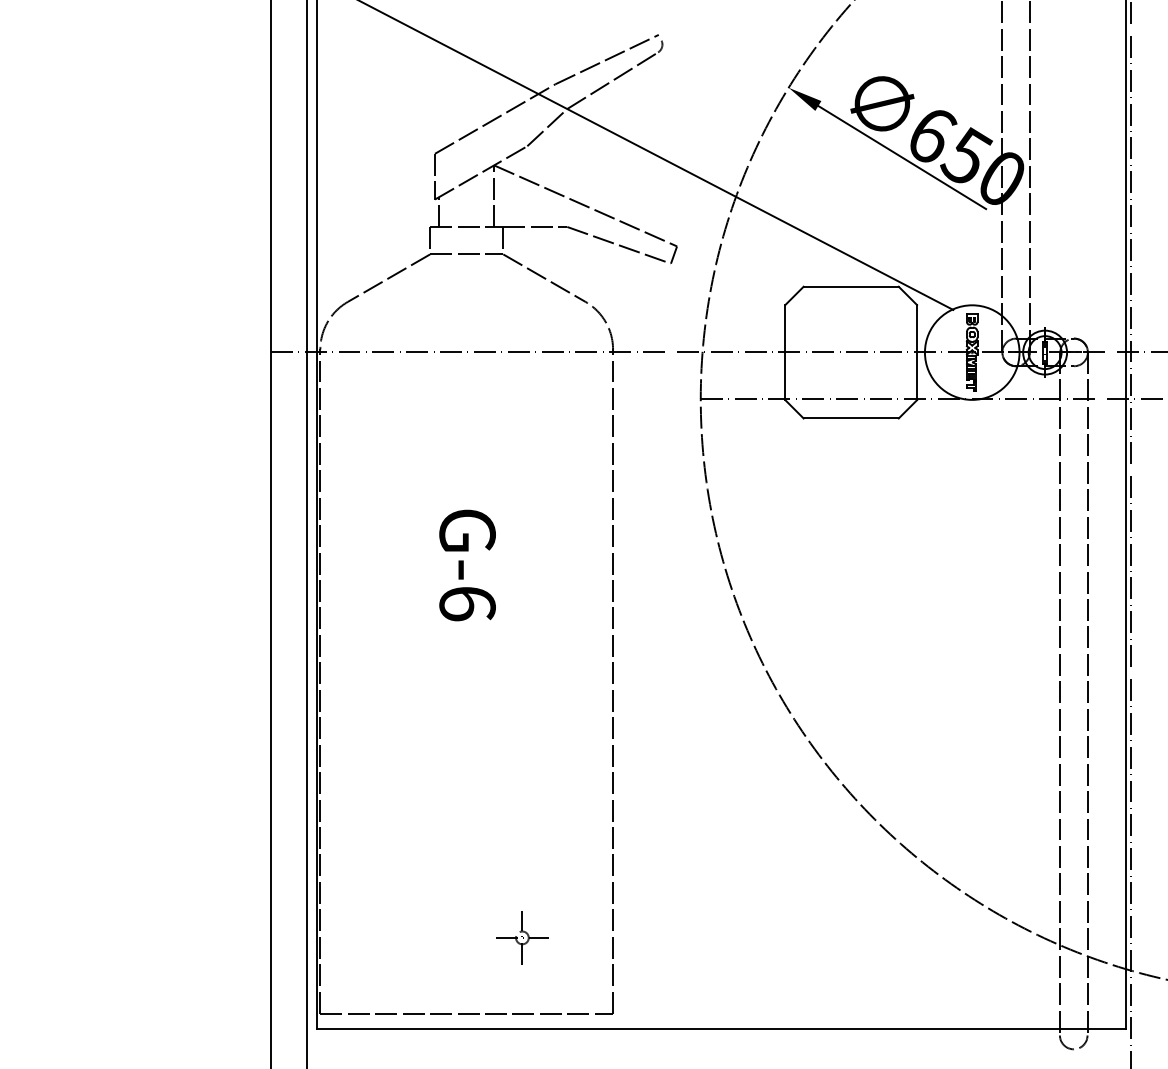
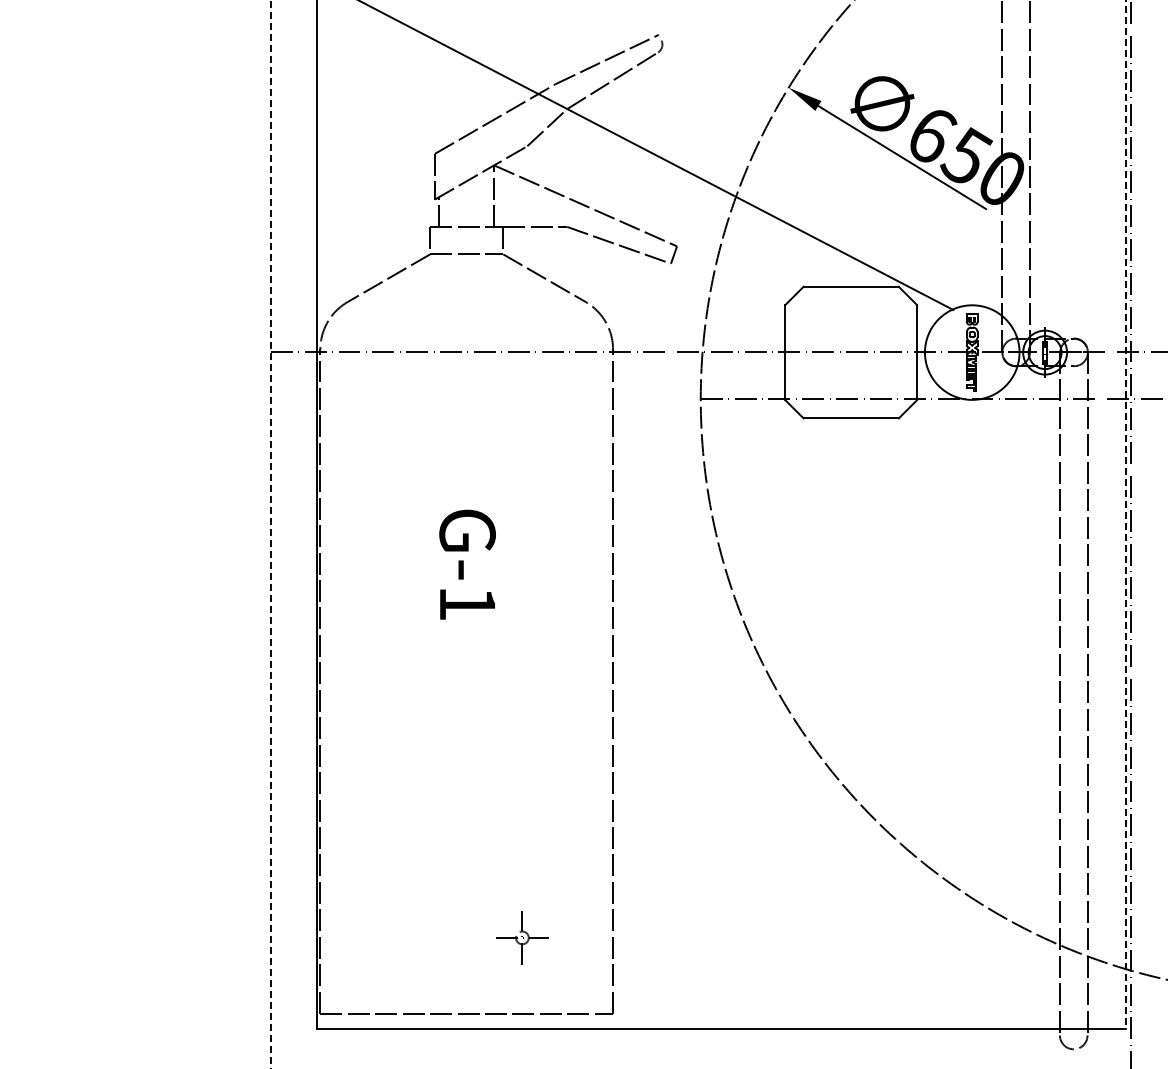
line at (1126, 515): solid -> dashed
line at (307, 533): present -> none
line at (270, 534): solid -> dashed
text at (467, 604): G-6 -> G-1
